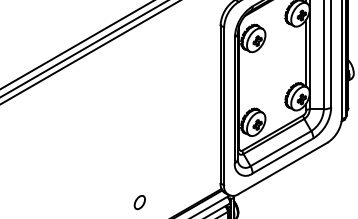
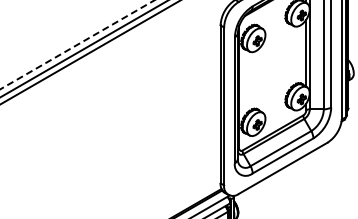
line at (77, 44): solid -> dashed
part at (139, 202): present -> none
